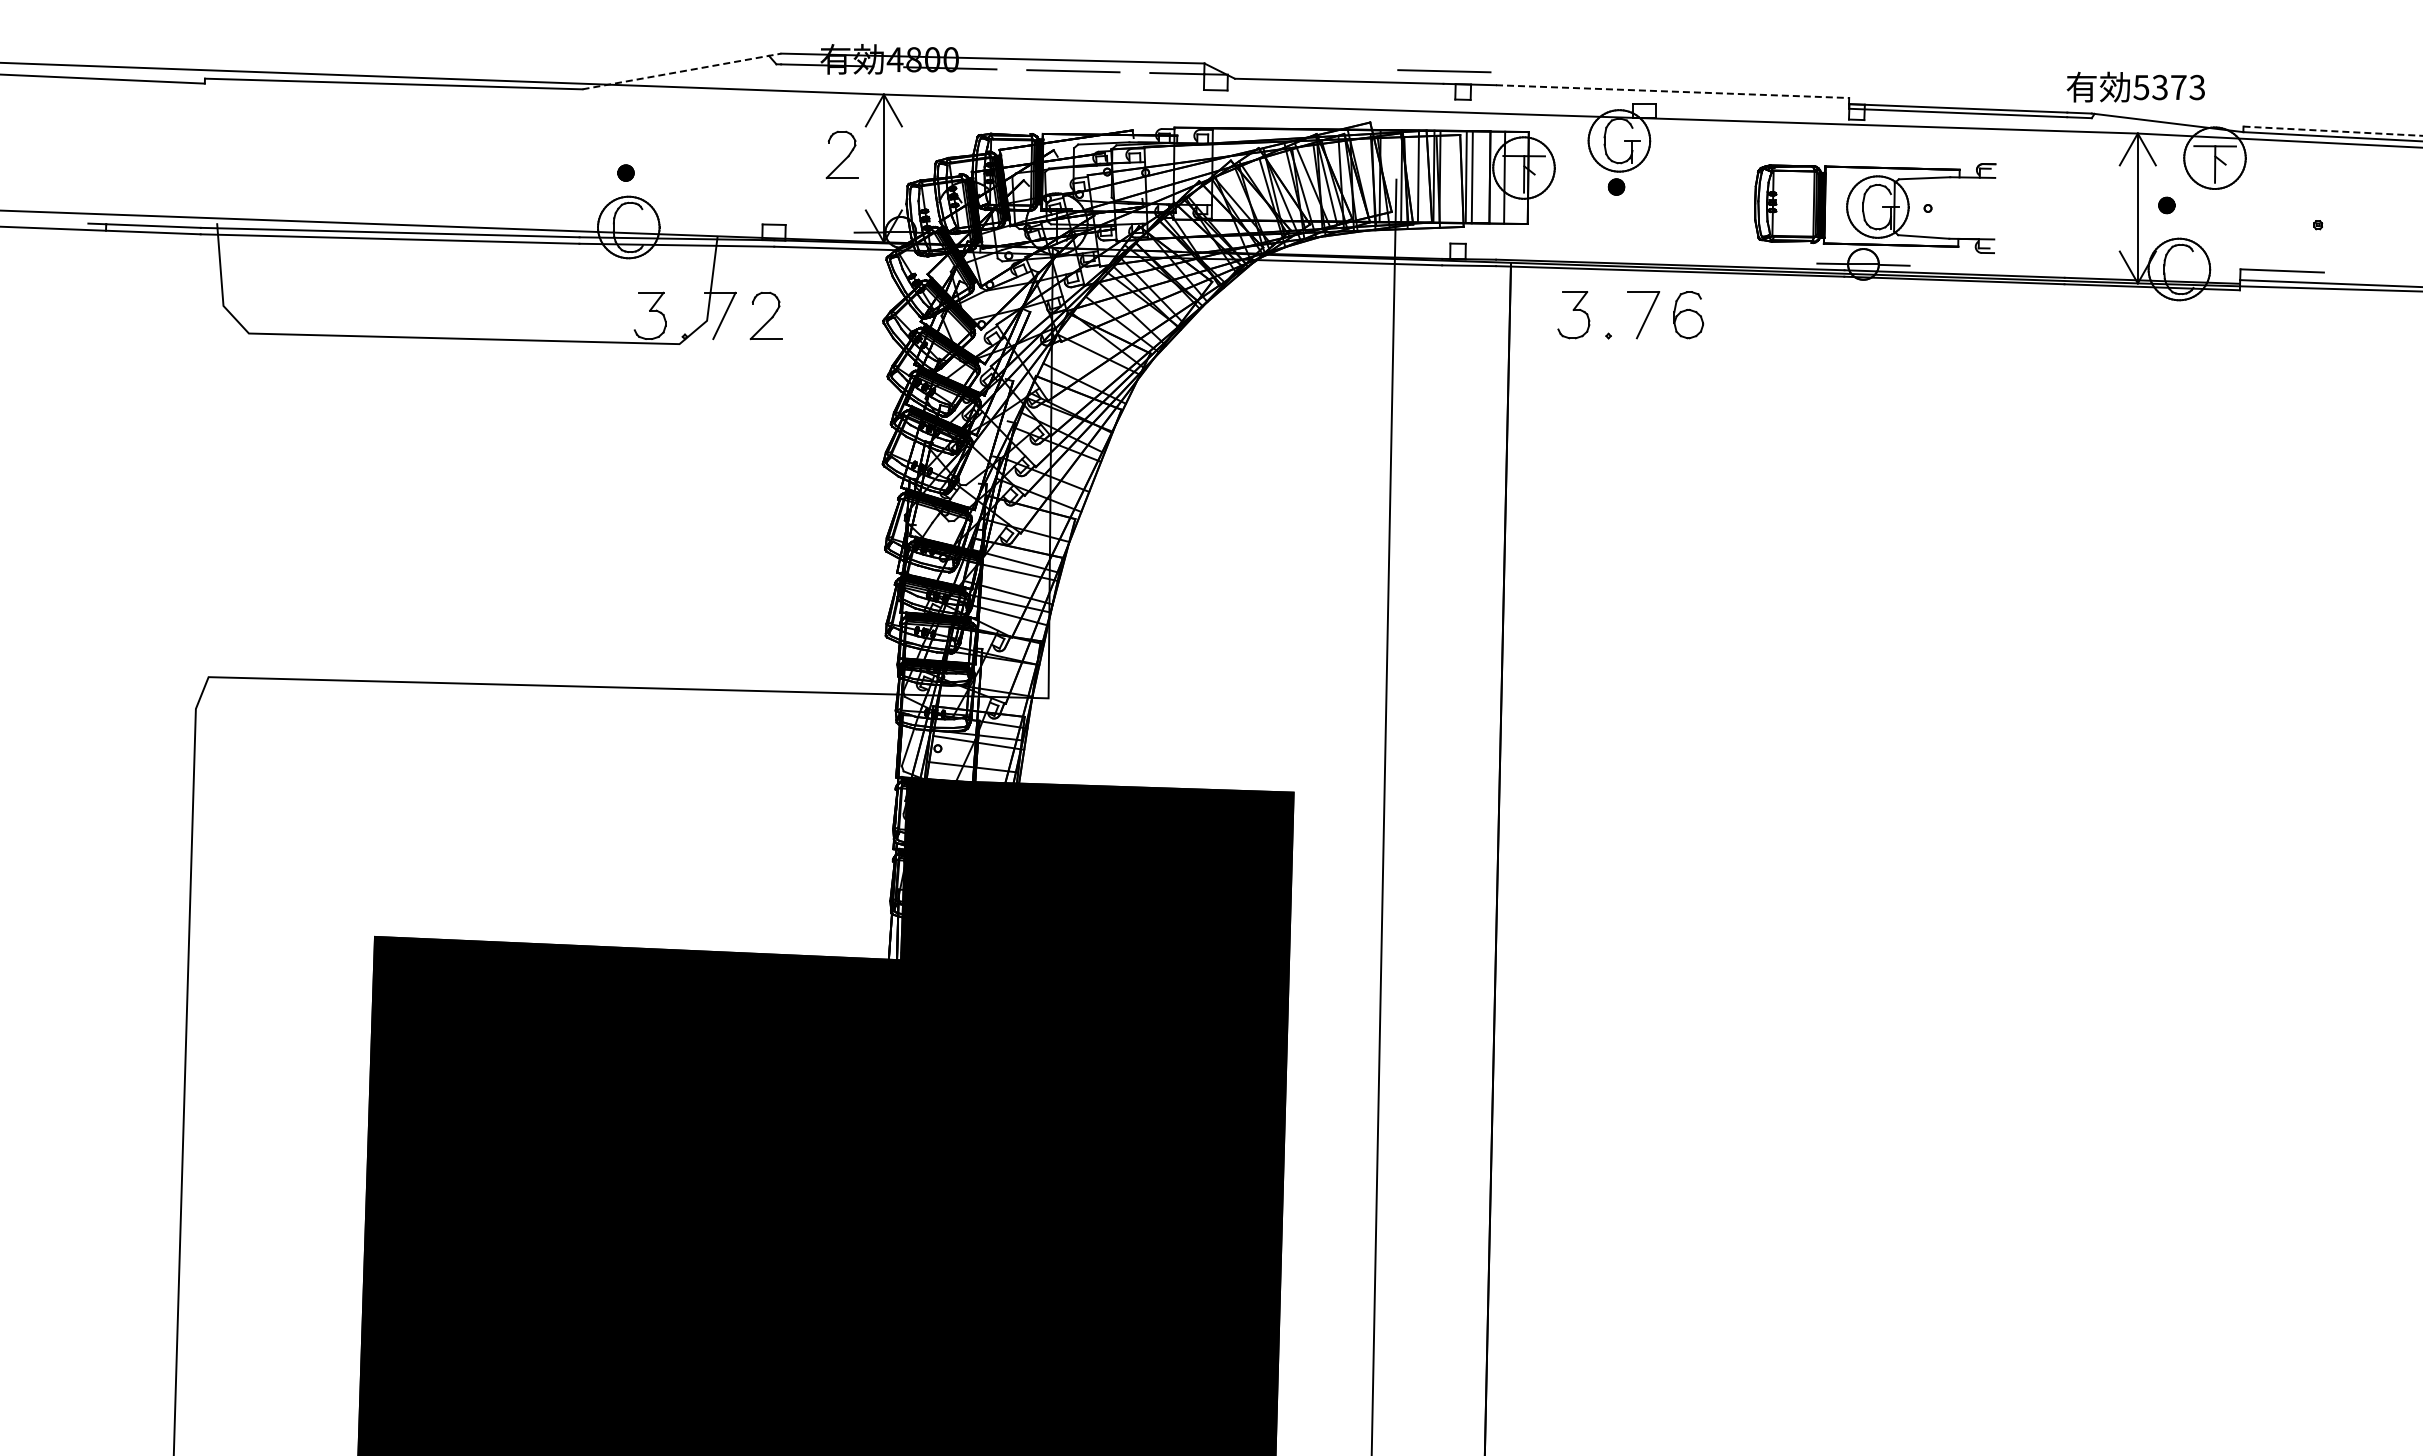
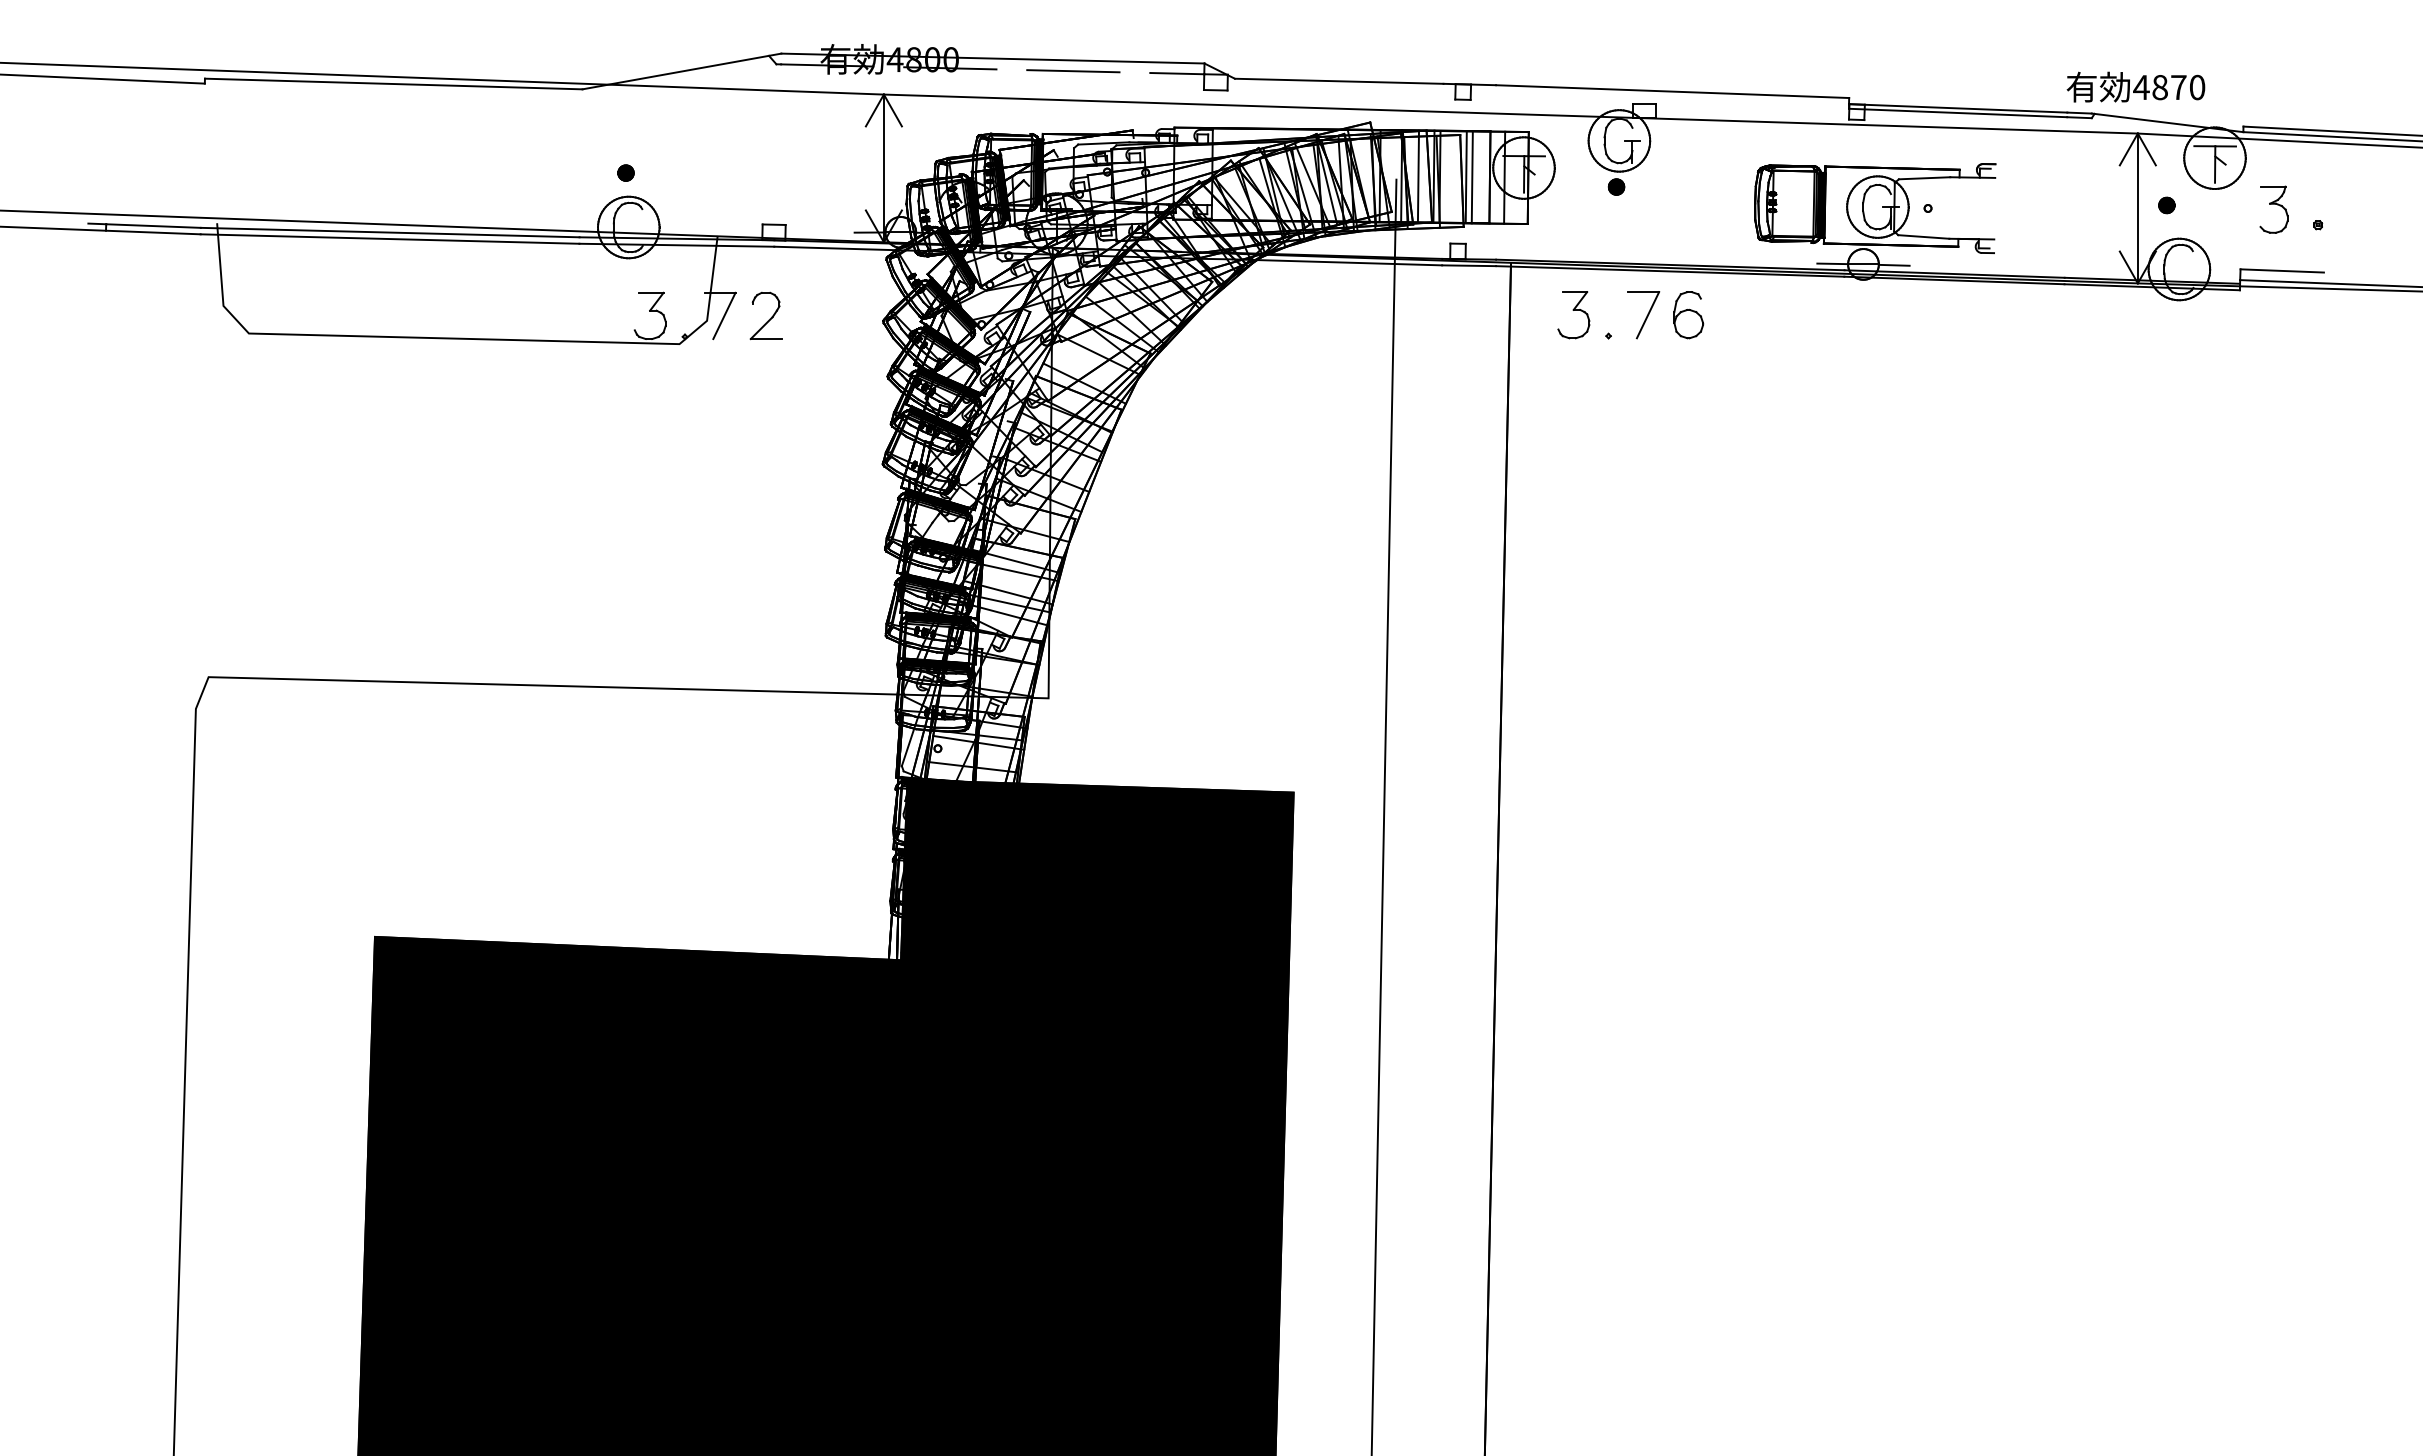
line at (682, 71): dashed -> solid
line at (1444, 71): present -> none
text at (2169, 87): 5373 -> 4870
line at (1672, 91): dashed -> solid
line at (2333, 131): dashed -> solid
part at (841, 154): present -> none
part at (2273, 209): none -> present
